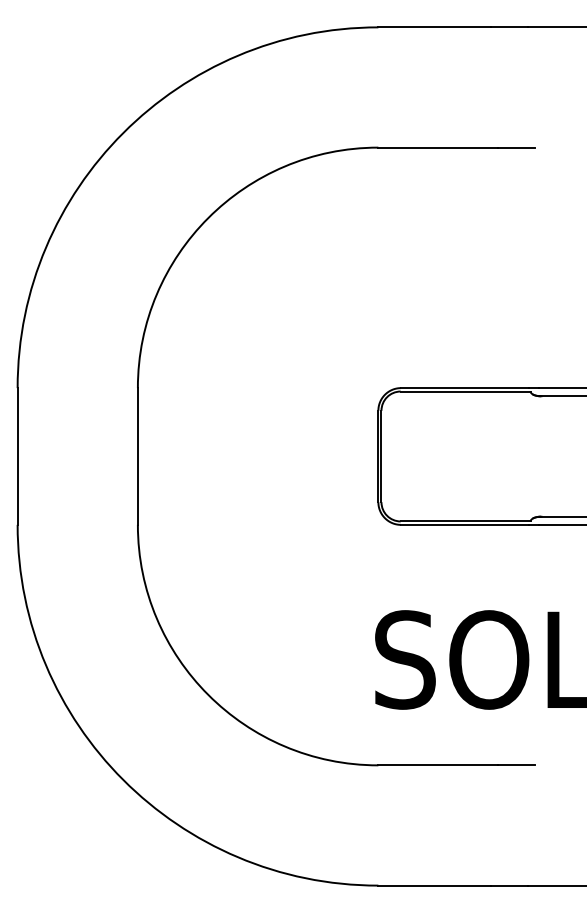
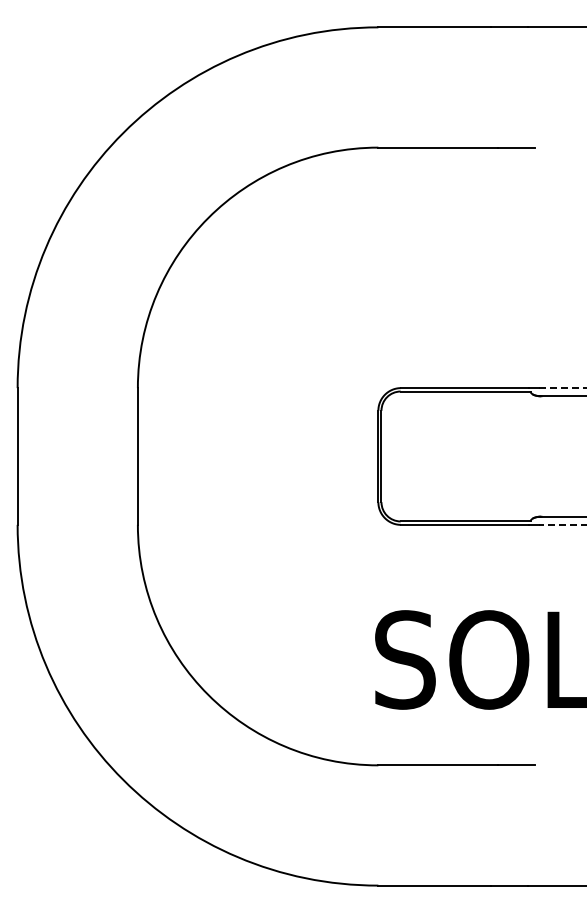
line at (563, 388): solid -> dashed
line at (562, 524): solid -> dashed
